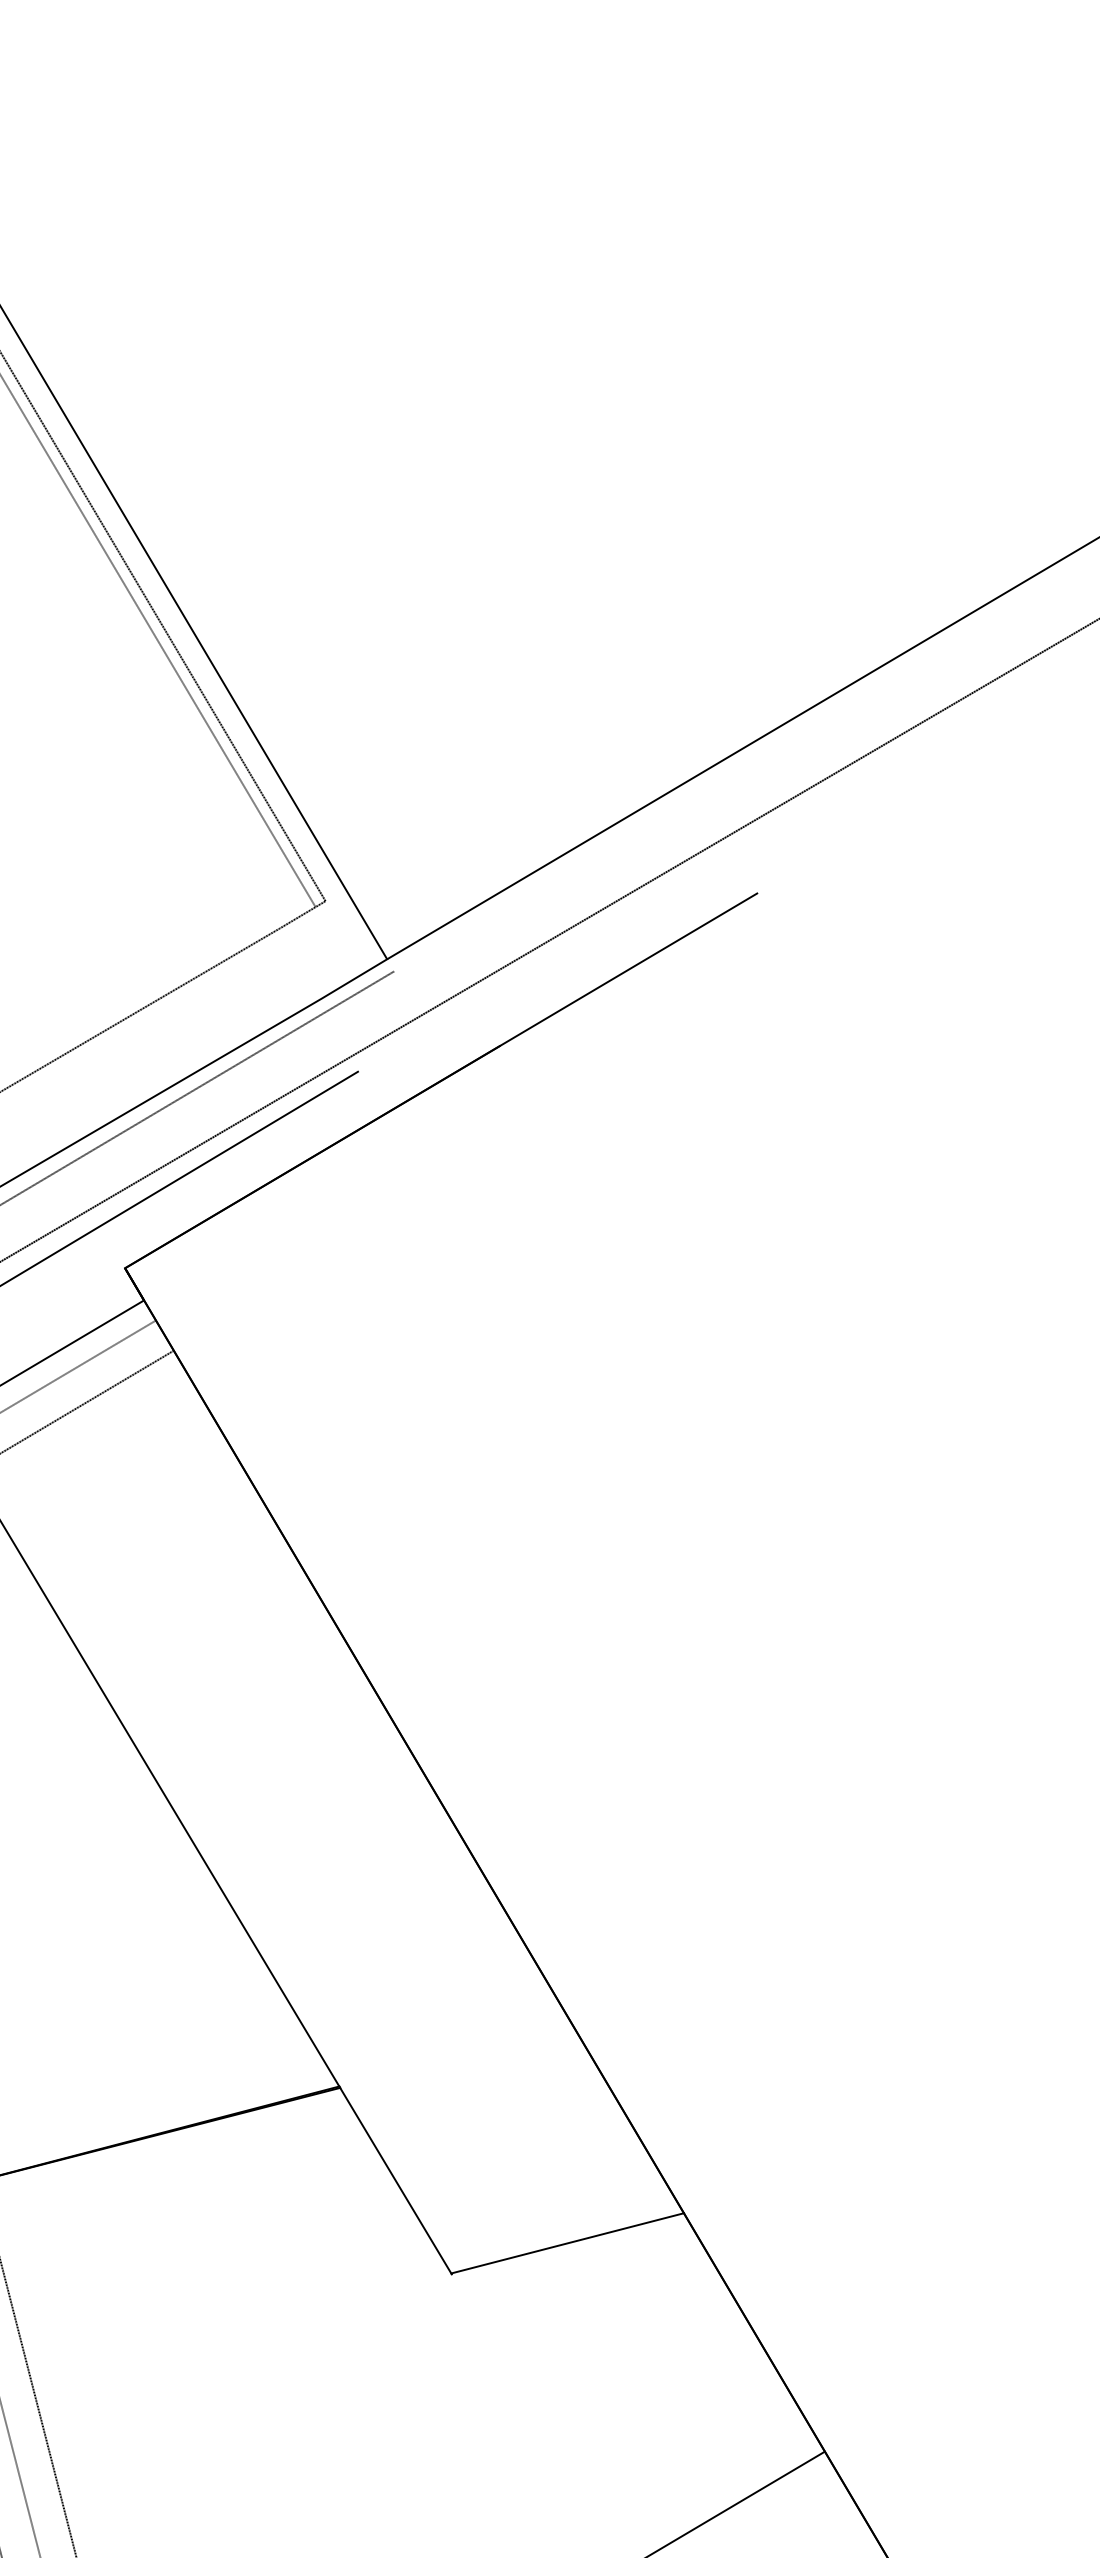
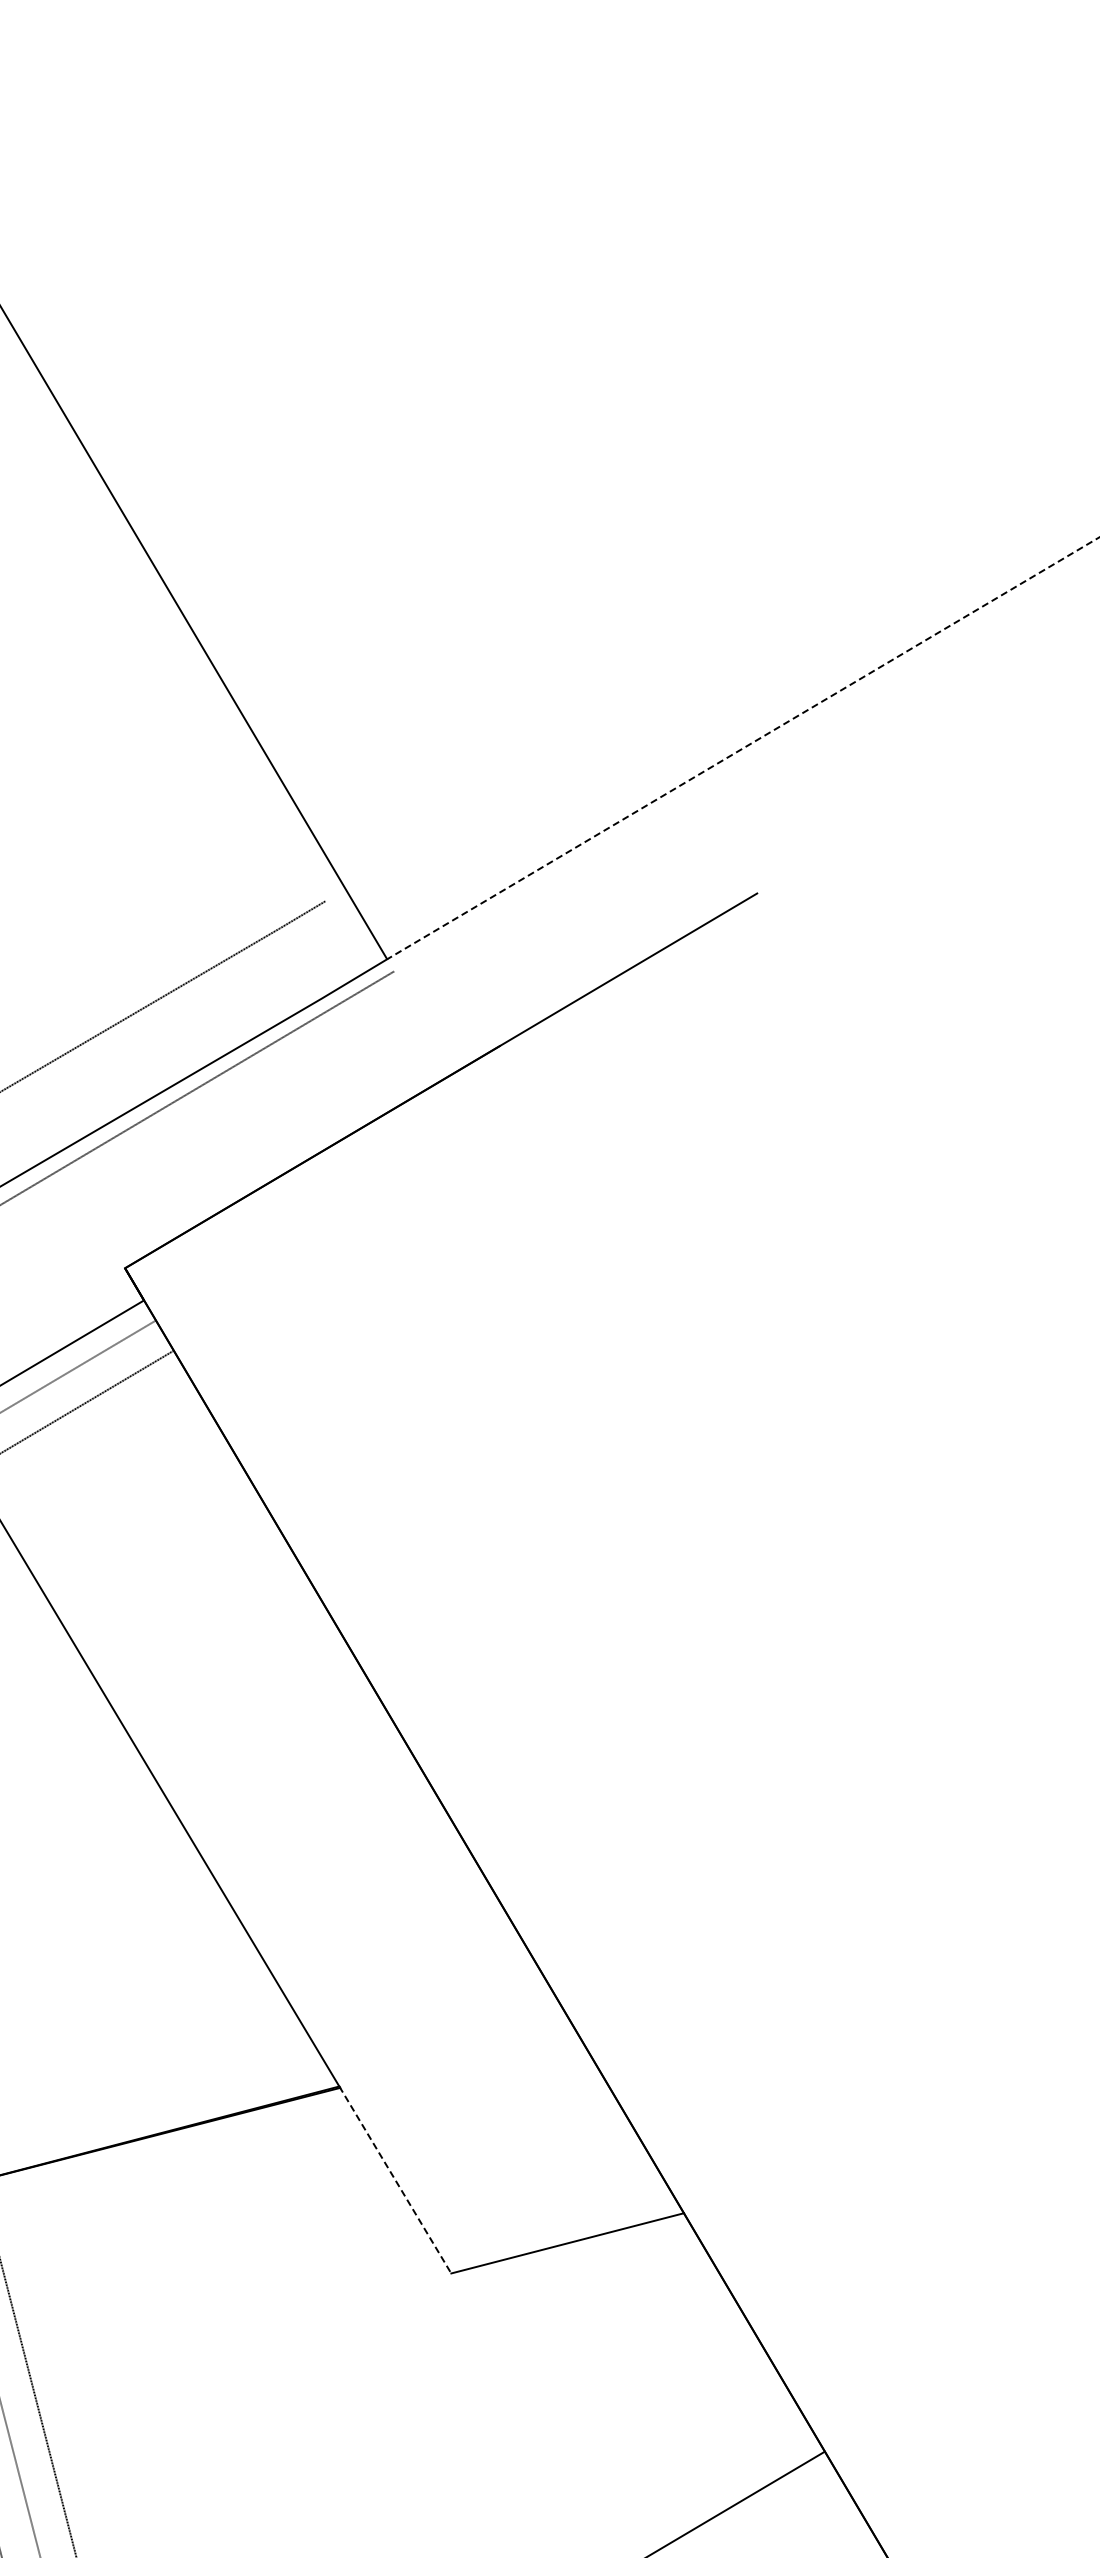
line at (163, 628): present -> none
line at (158, 642): present -> none
line at (743, 748): solid -> dashed
line at (549, 940): present -> none
line at (180, 1177): present -> none
line at (395, 2180): solid -> dashed
